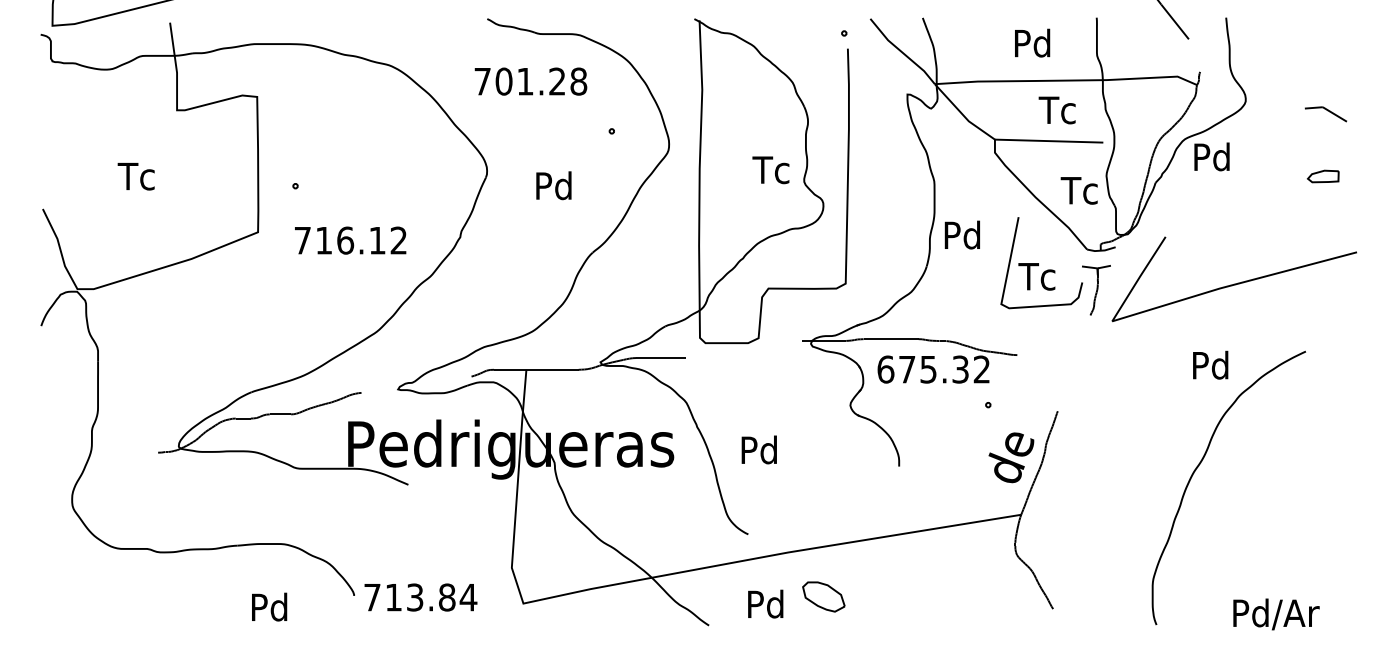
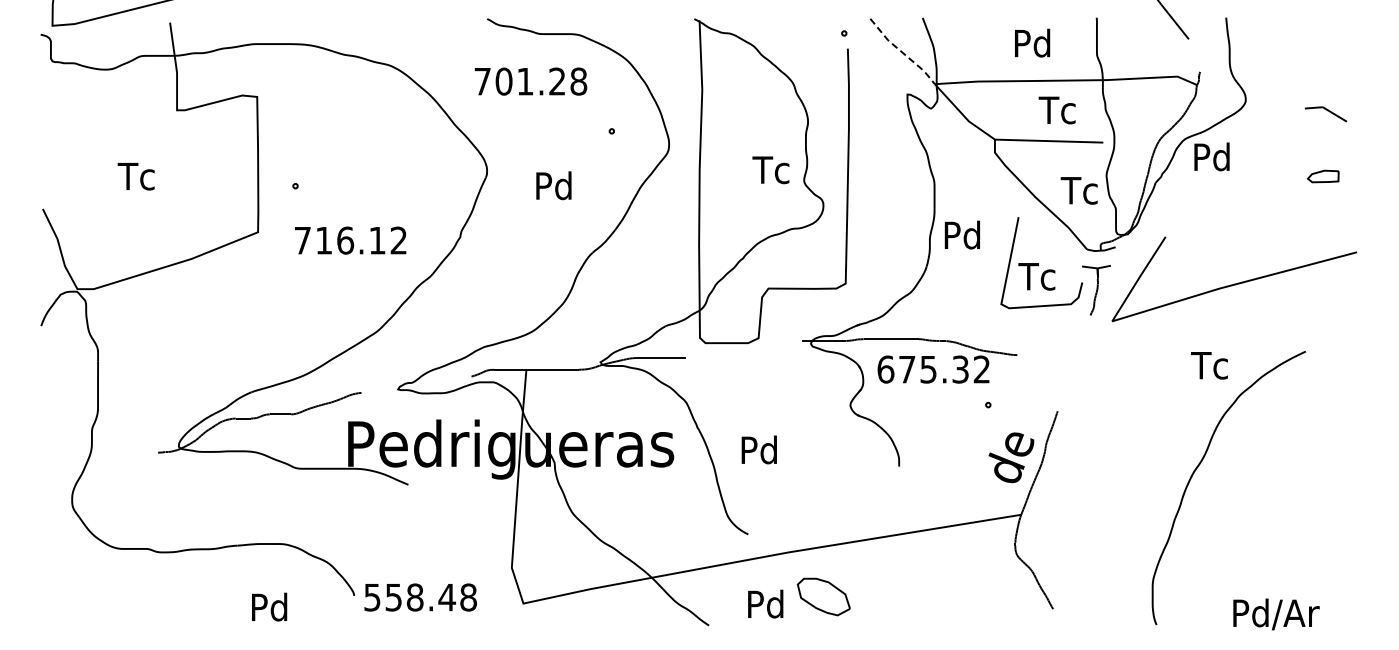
line at (902, 52): solid -> dashed
text at (1209, 364): Pd -> Tc
part at (823, 596) size: 44x32 px -> 55x40 px
text at (420, 597): 713.84 -> 558.48
